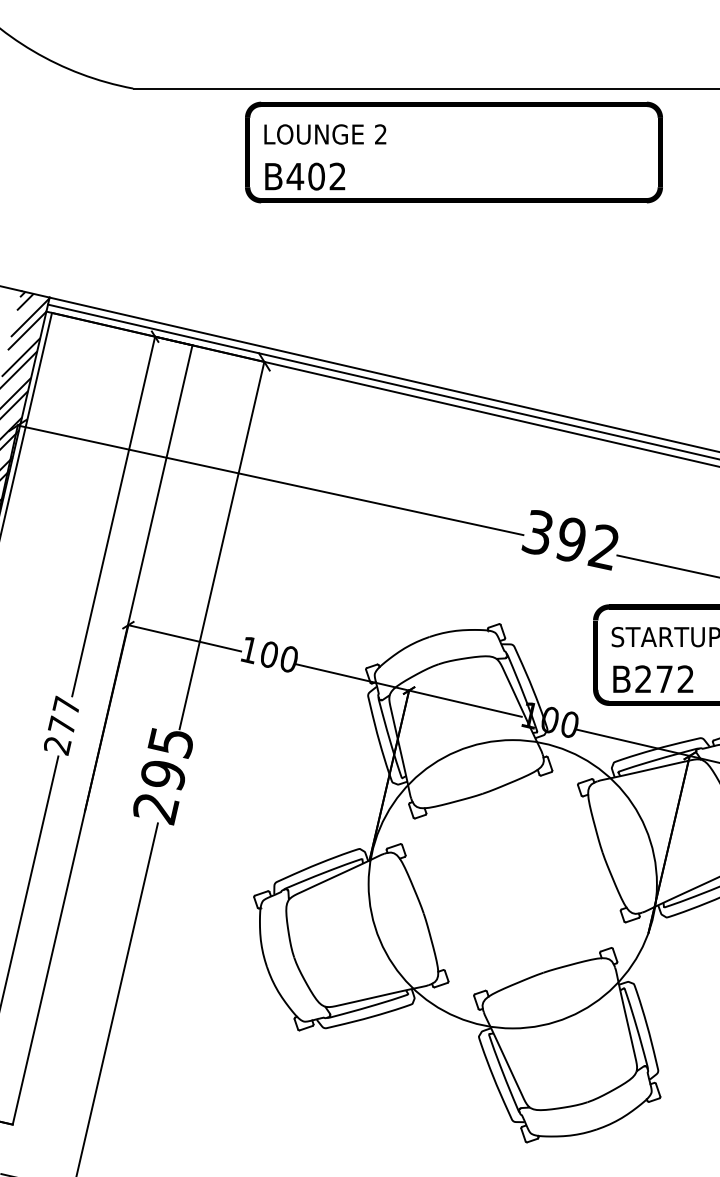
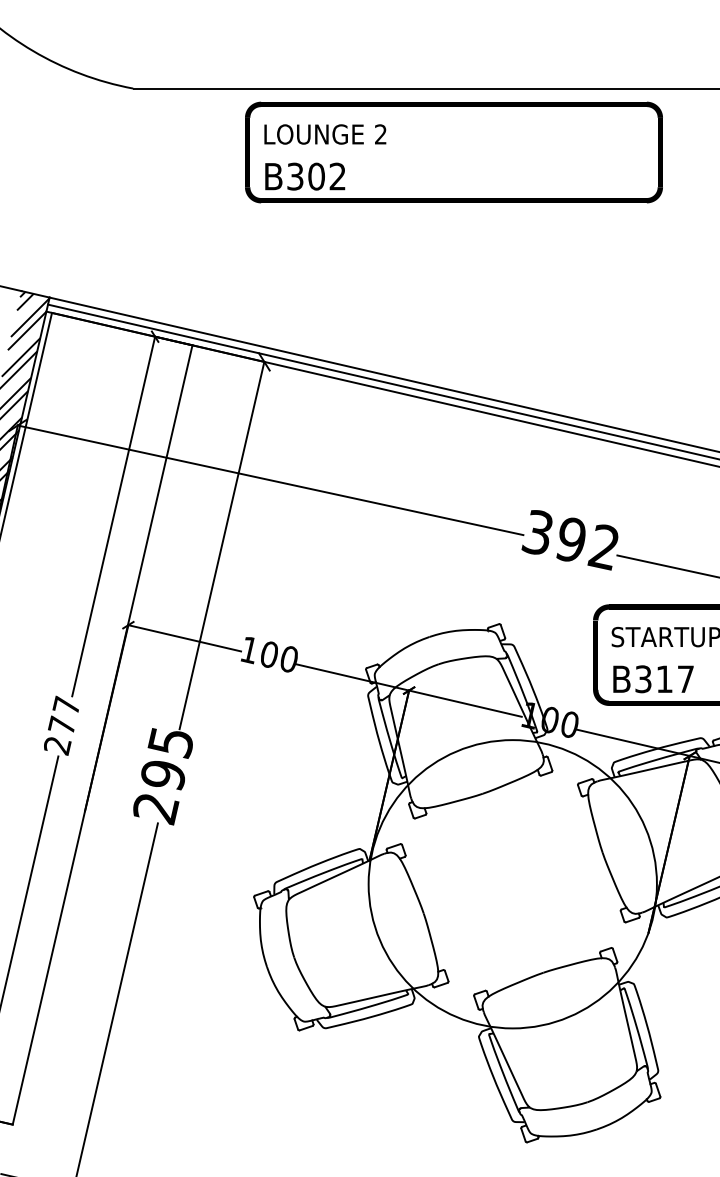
text at (295, 176): B402 -> B302
text at (664, 679): B272 -> B317
